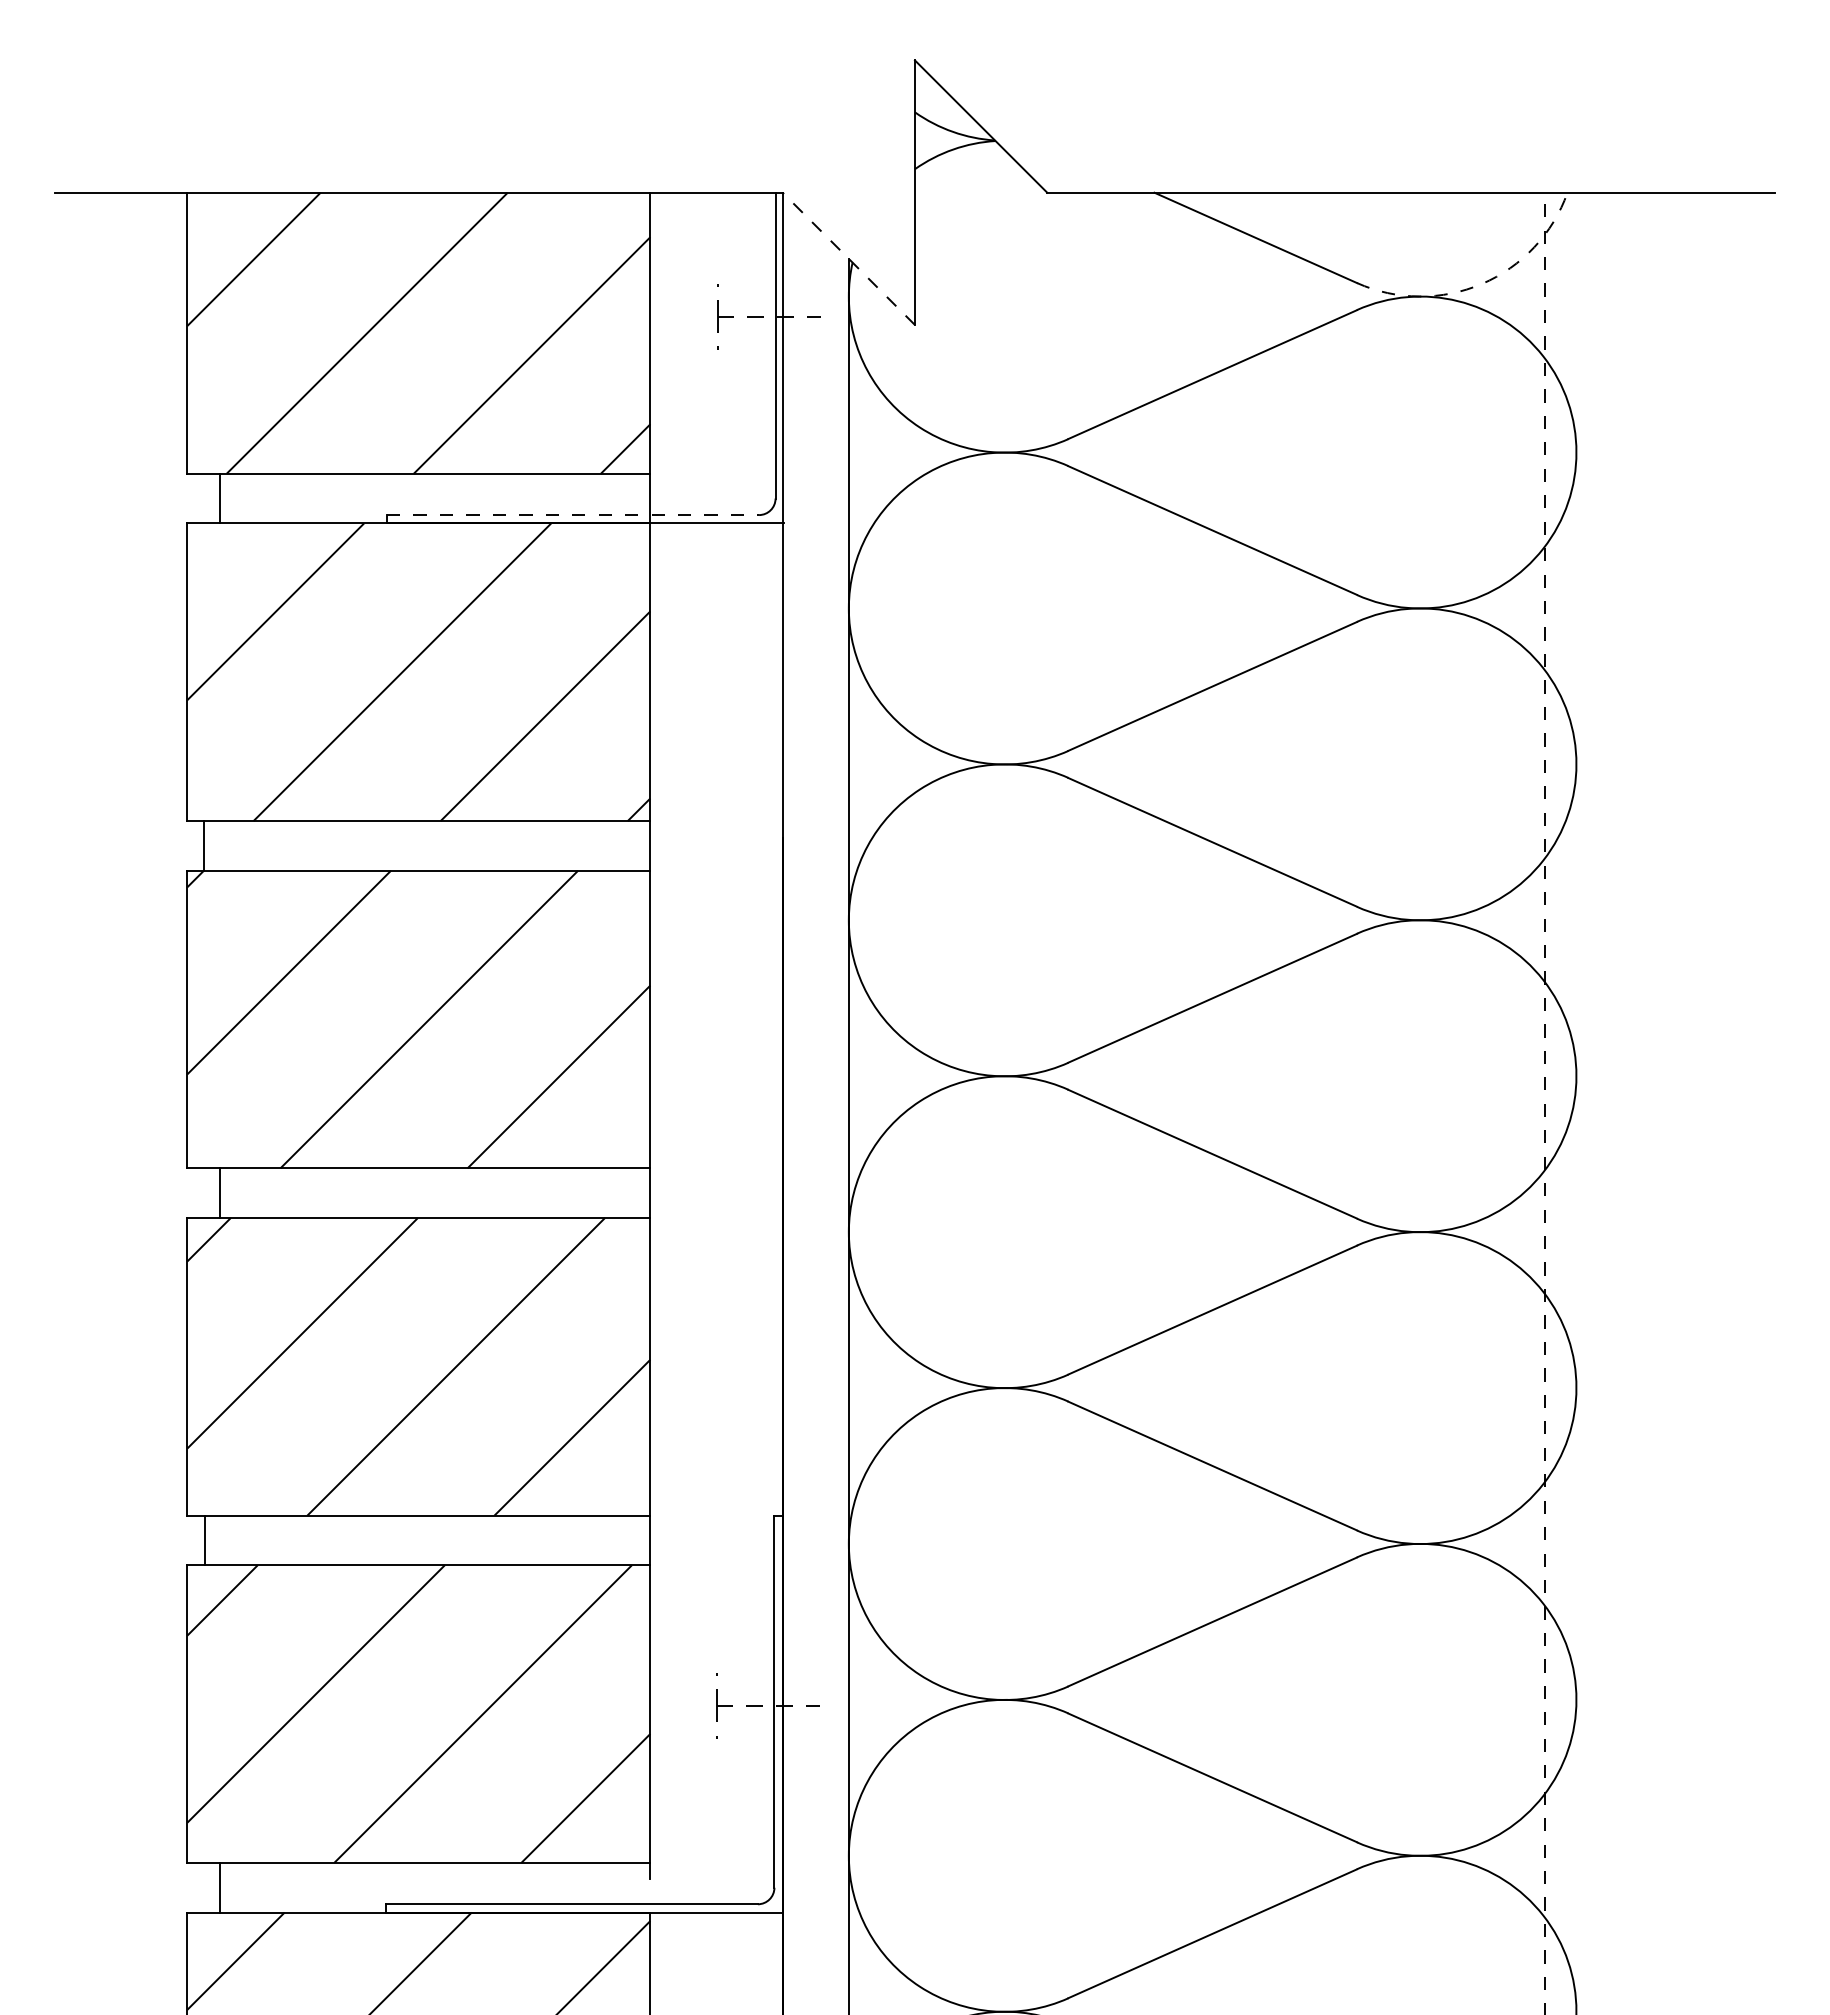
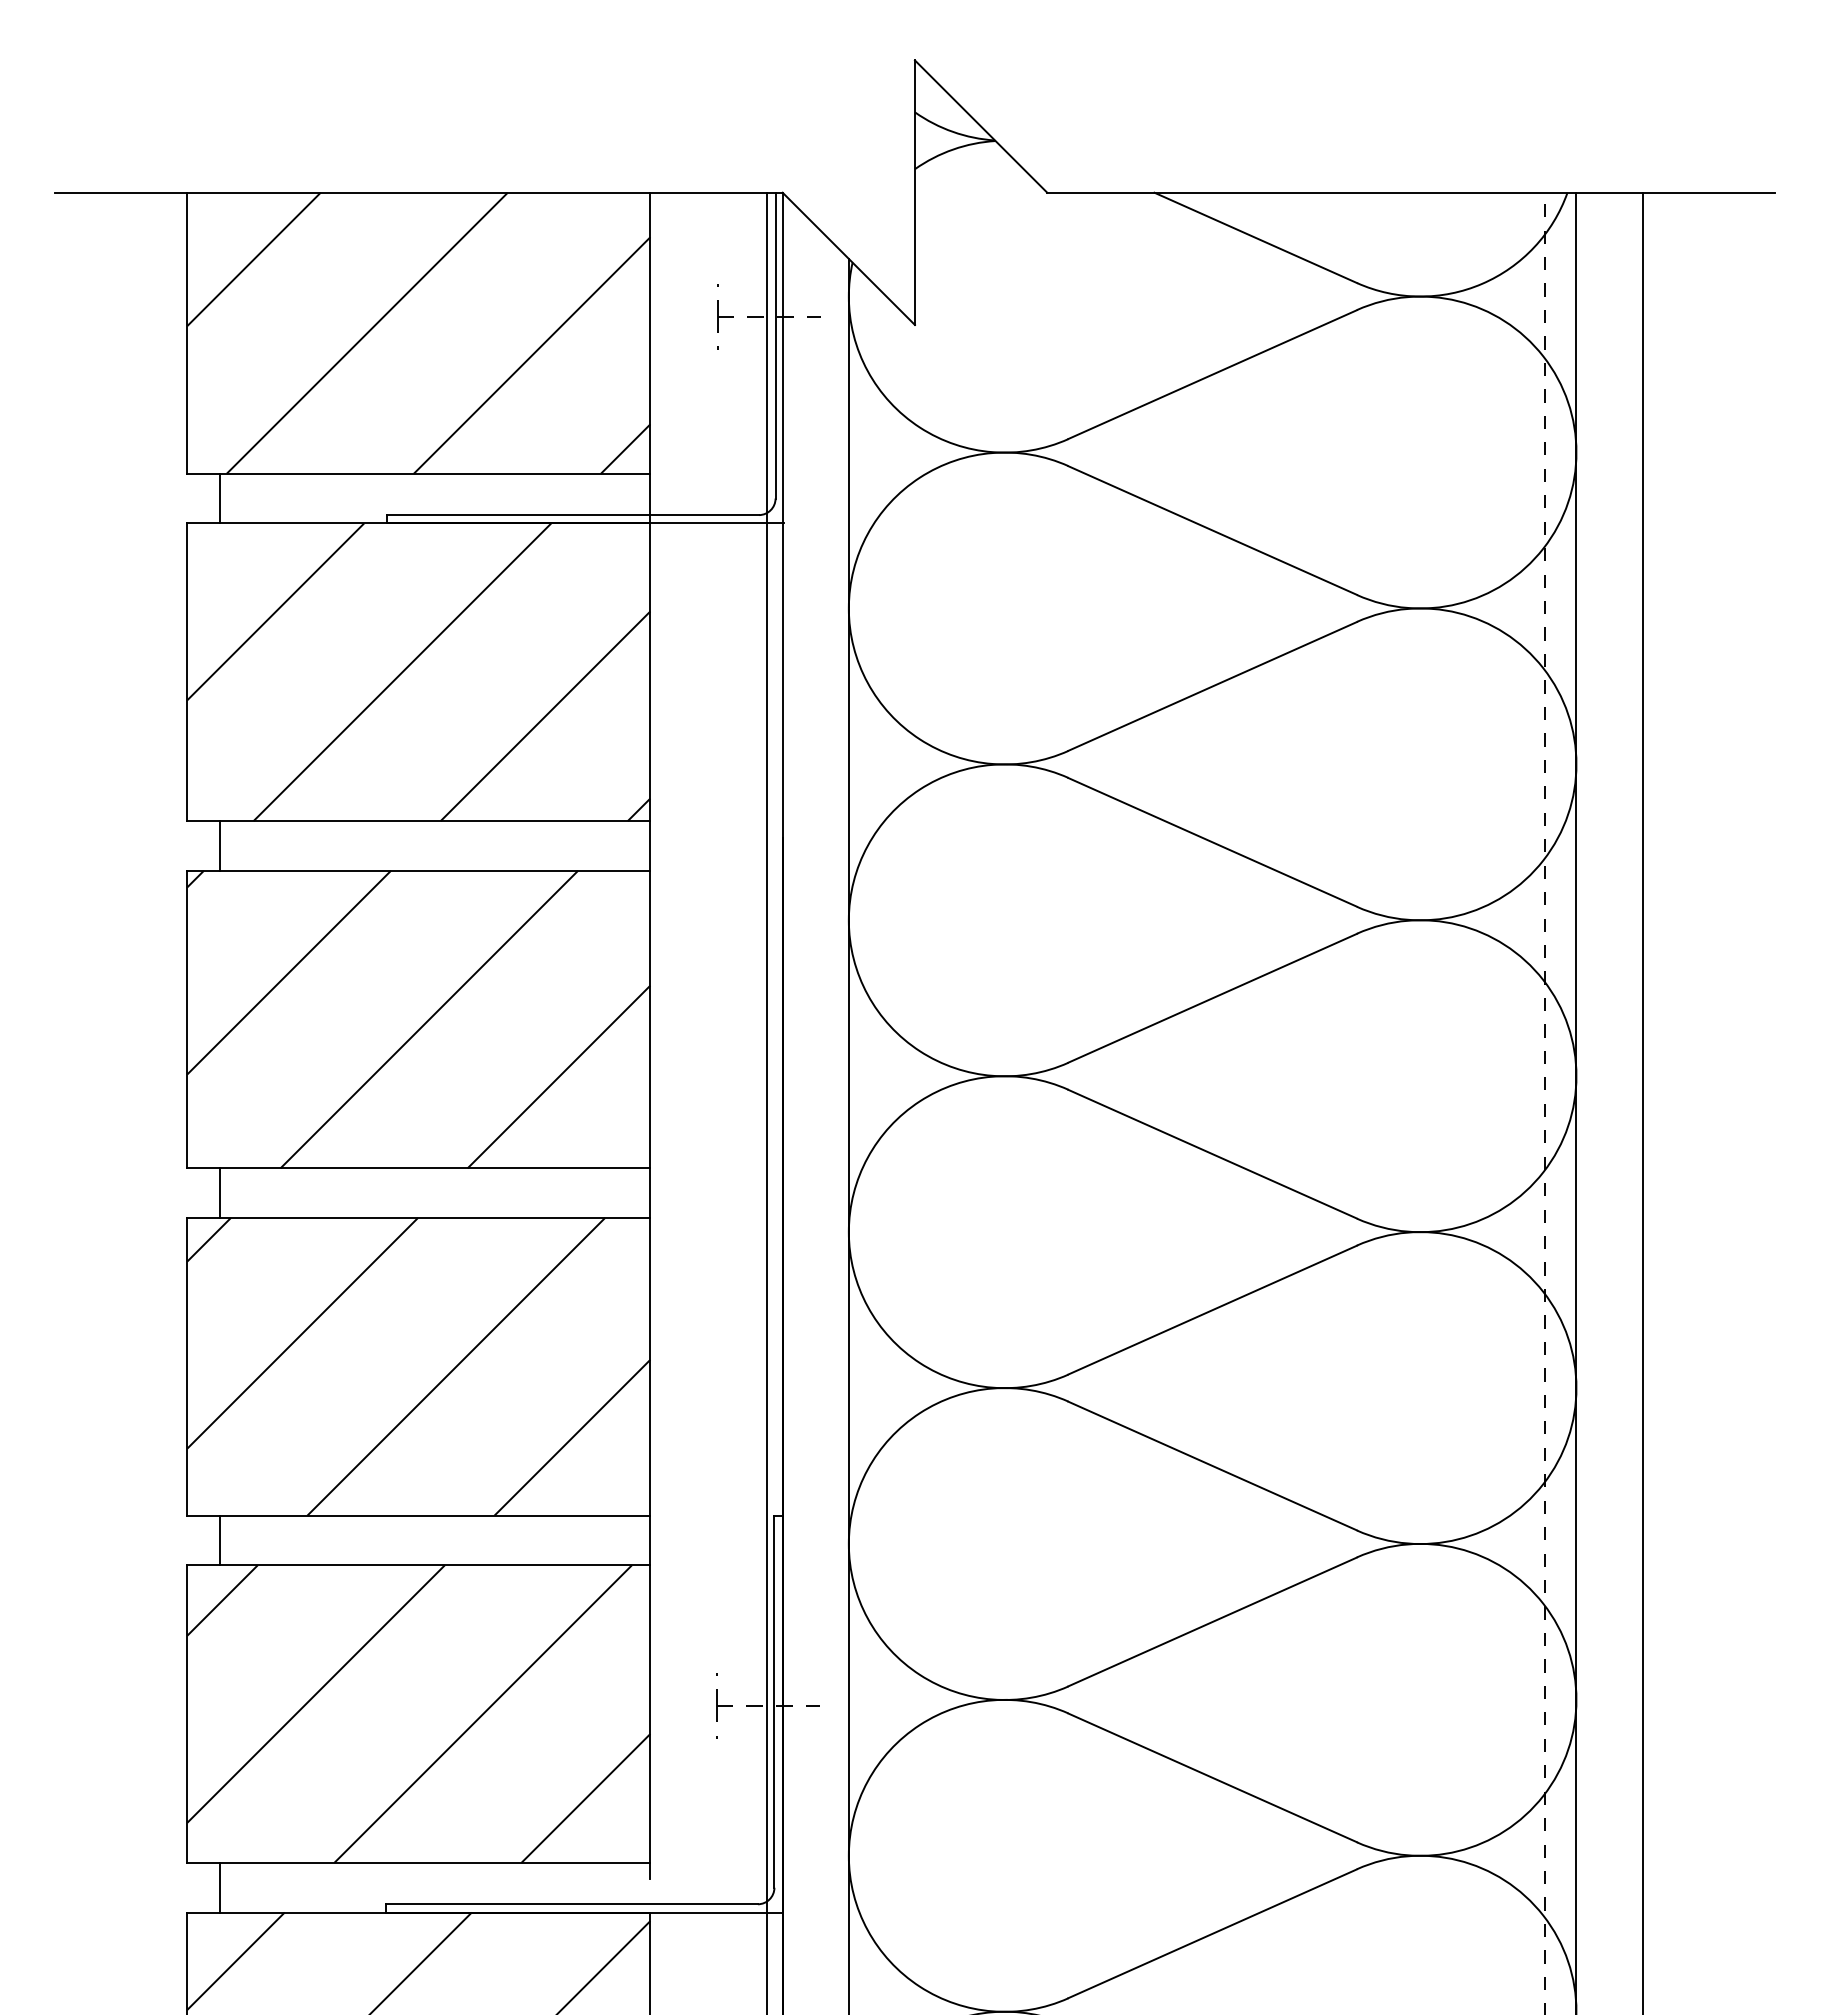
line at (848, 258): dashed -> solid
arc at (1482, 283): dashed -> solid
line at (573, 515): dashed -> solid
line at (204, 845) position: (204, 845) -> (220, 845)
line at (767, 1101): none -> present
line at (1576, 1101): none -> present
line at (1642, 1101): none -> present
line at (205, 1540) position: (205, 1540) -> (220, 1540)
